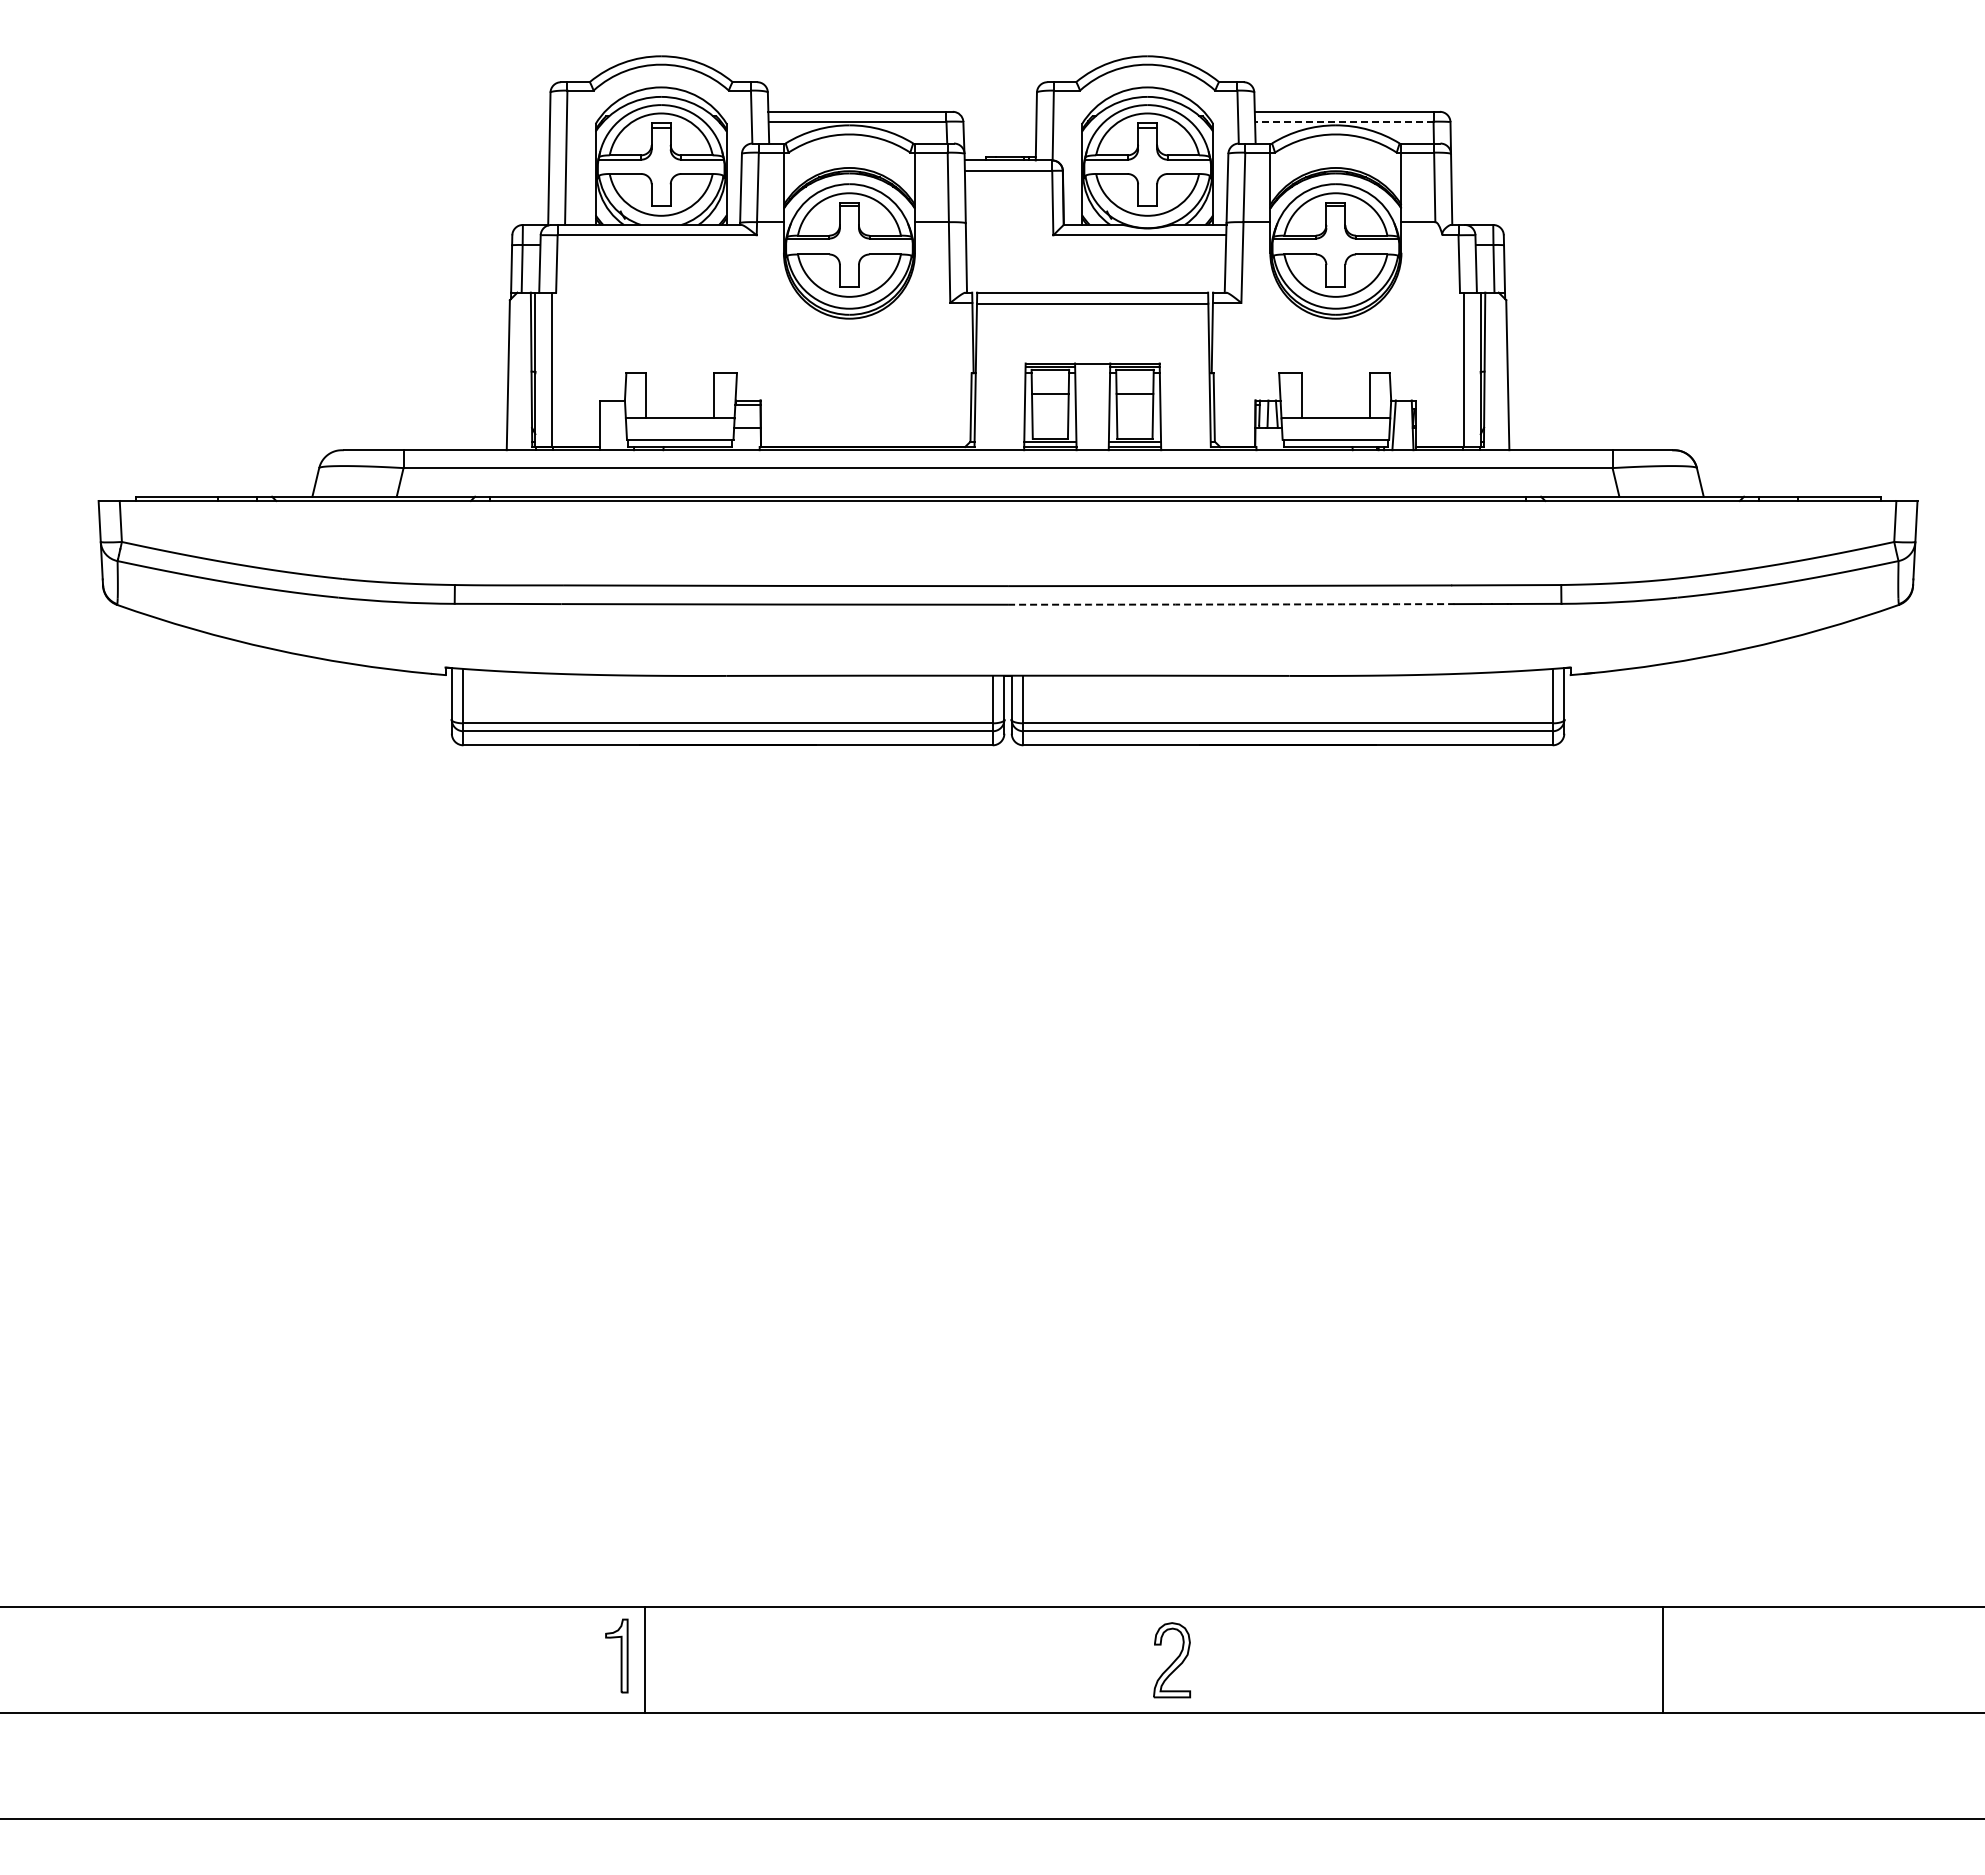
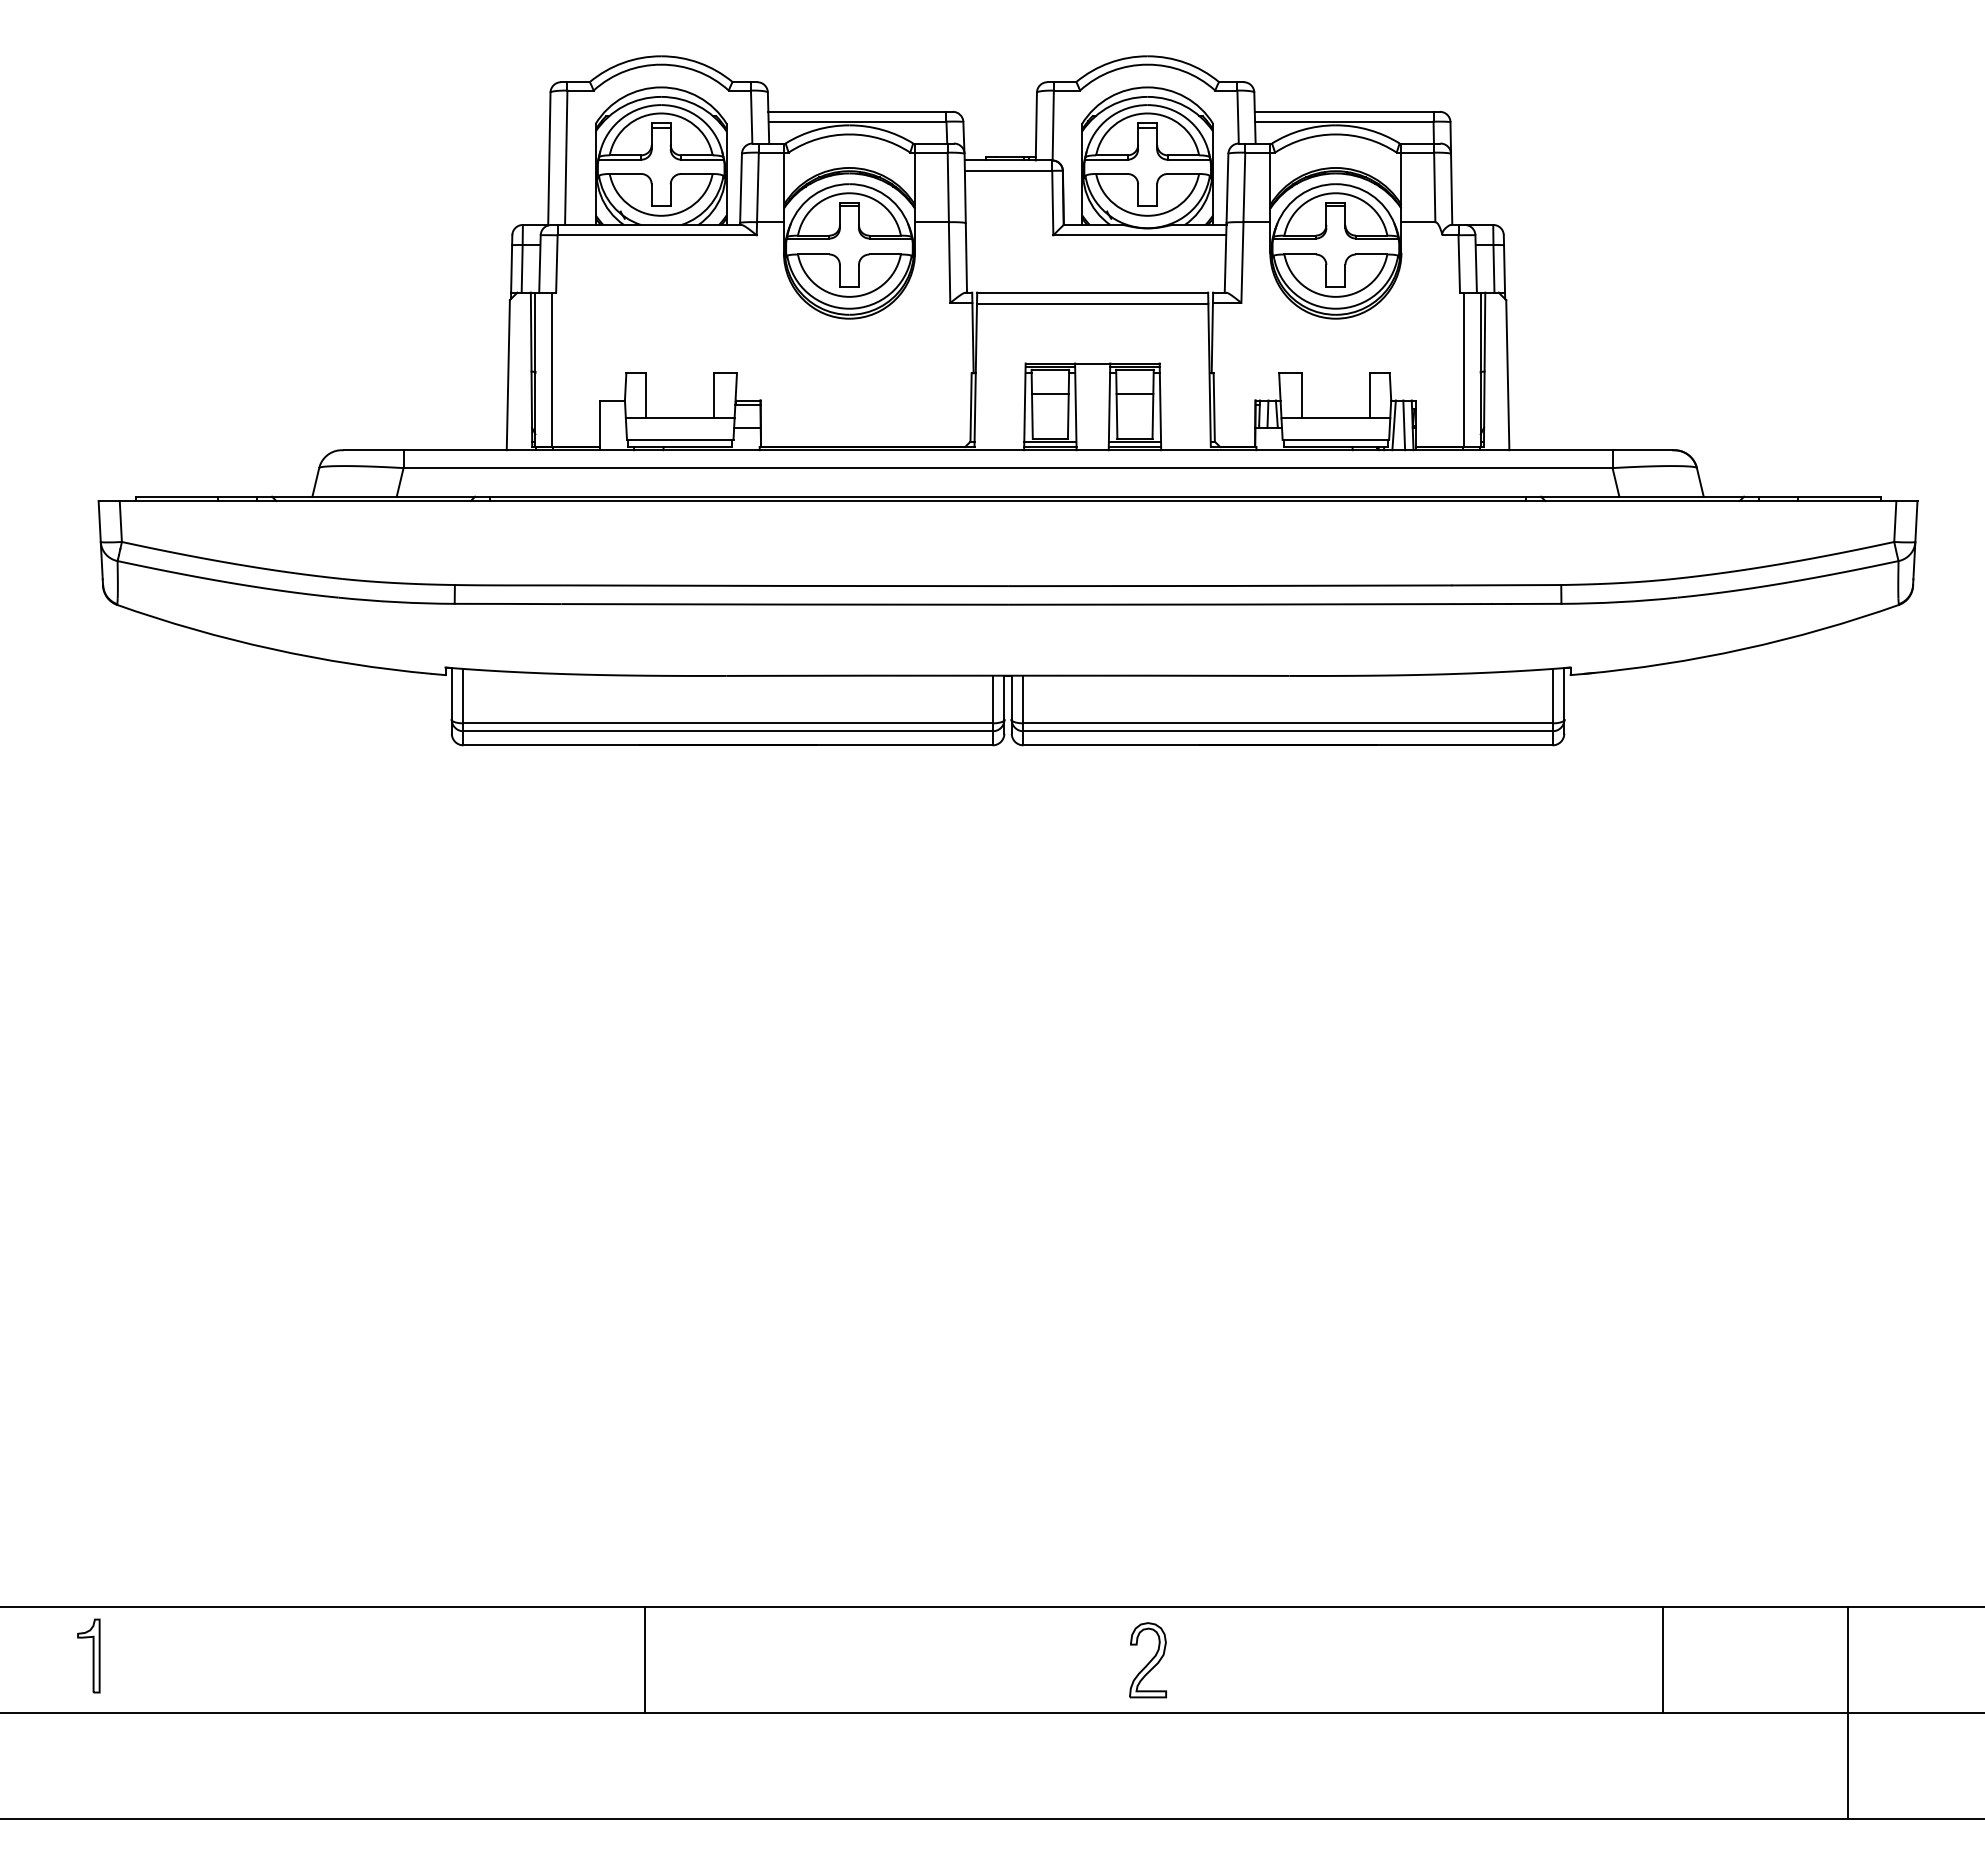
line at (1343, 121): dashed -> solid
line at (1404, 425): none -> present
arc at (1231, 604): dashed -> solid
part at (616, 1655) position: (616, 1655) -> (88, 1655)
part at (1171, 1660) position: (1171, 1660) -> (1147, 1660)
line at (1848, 1712): none -> present
